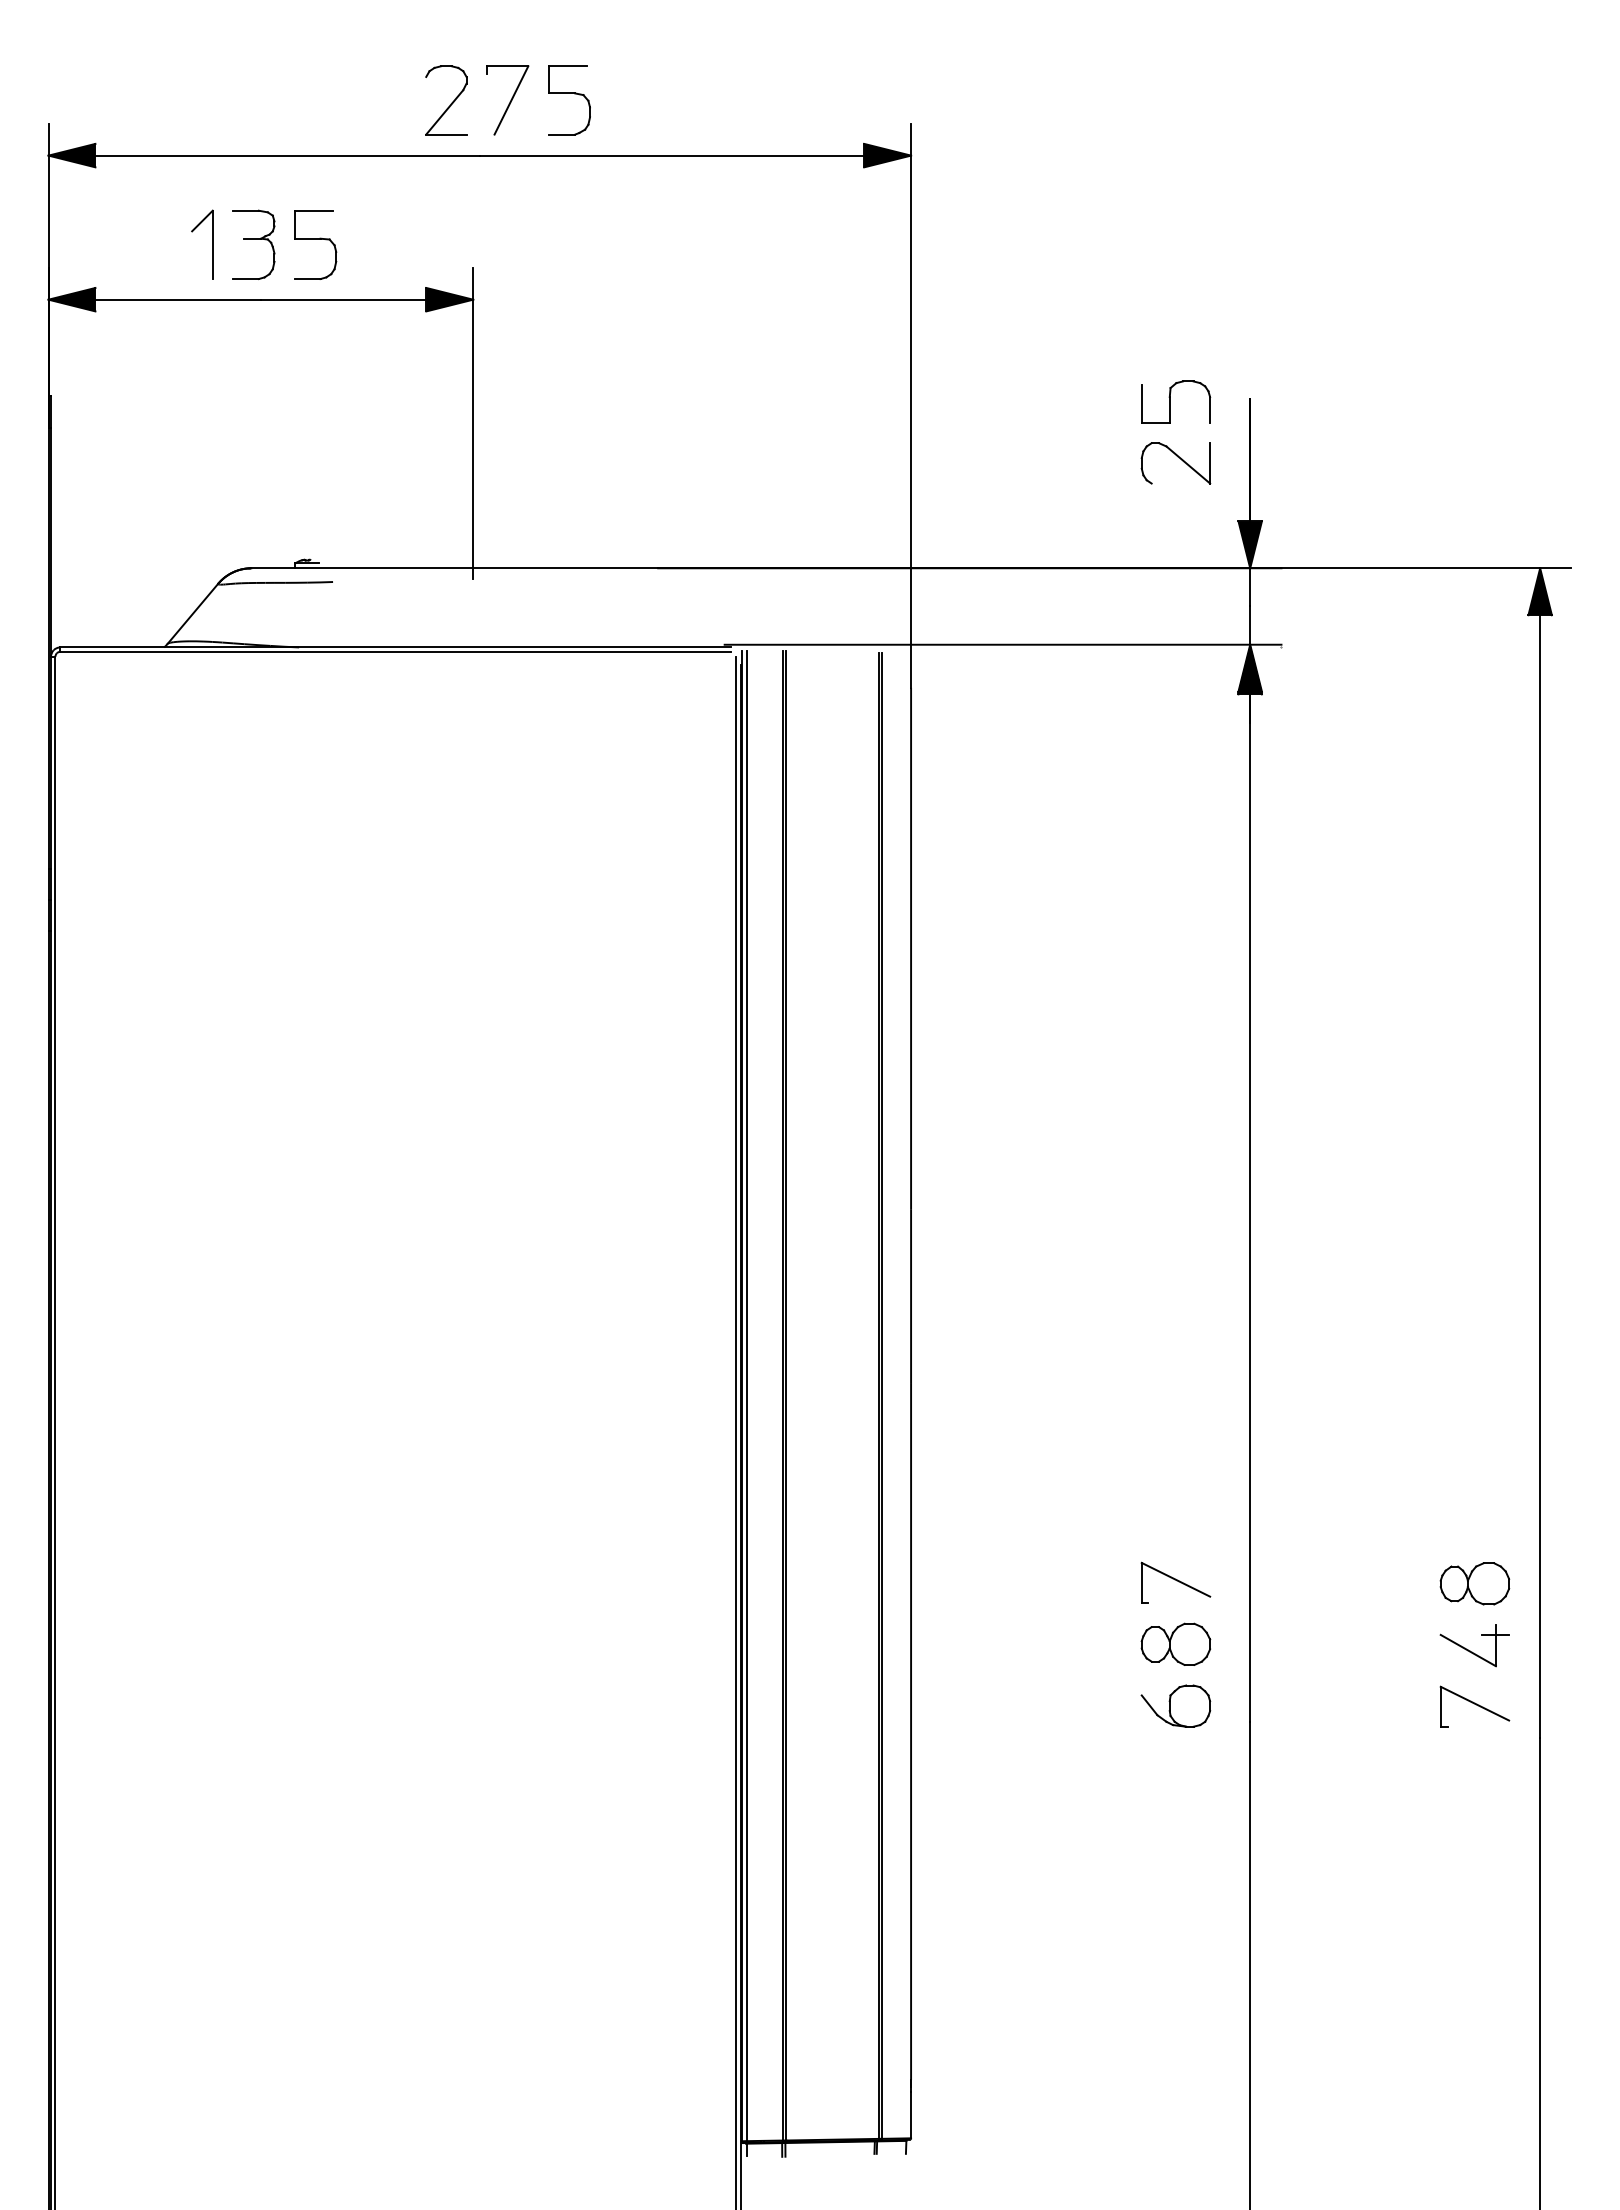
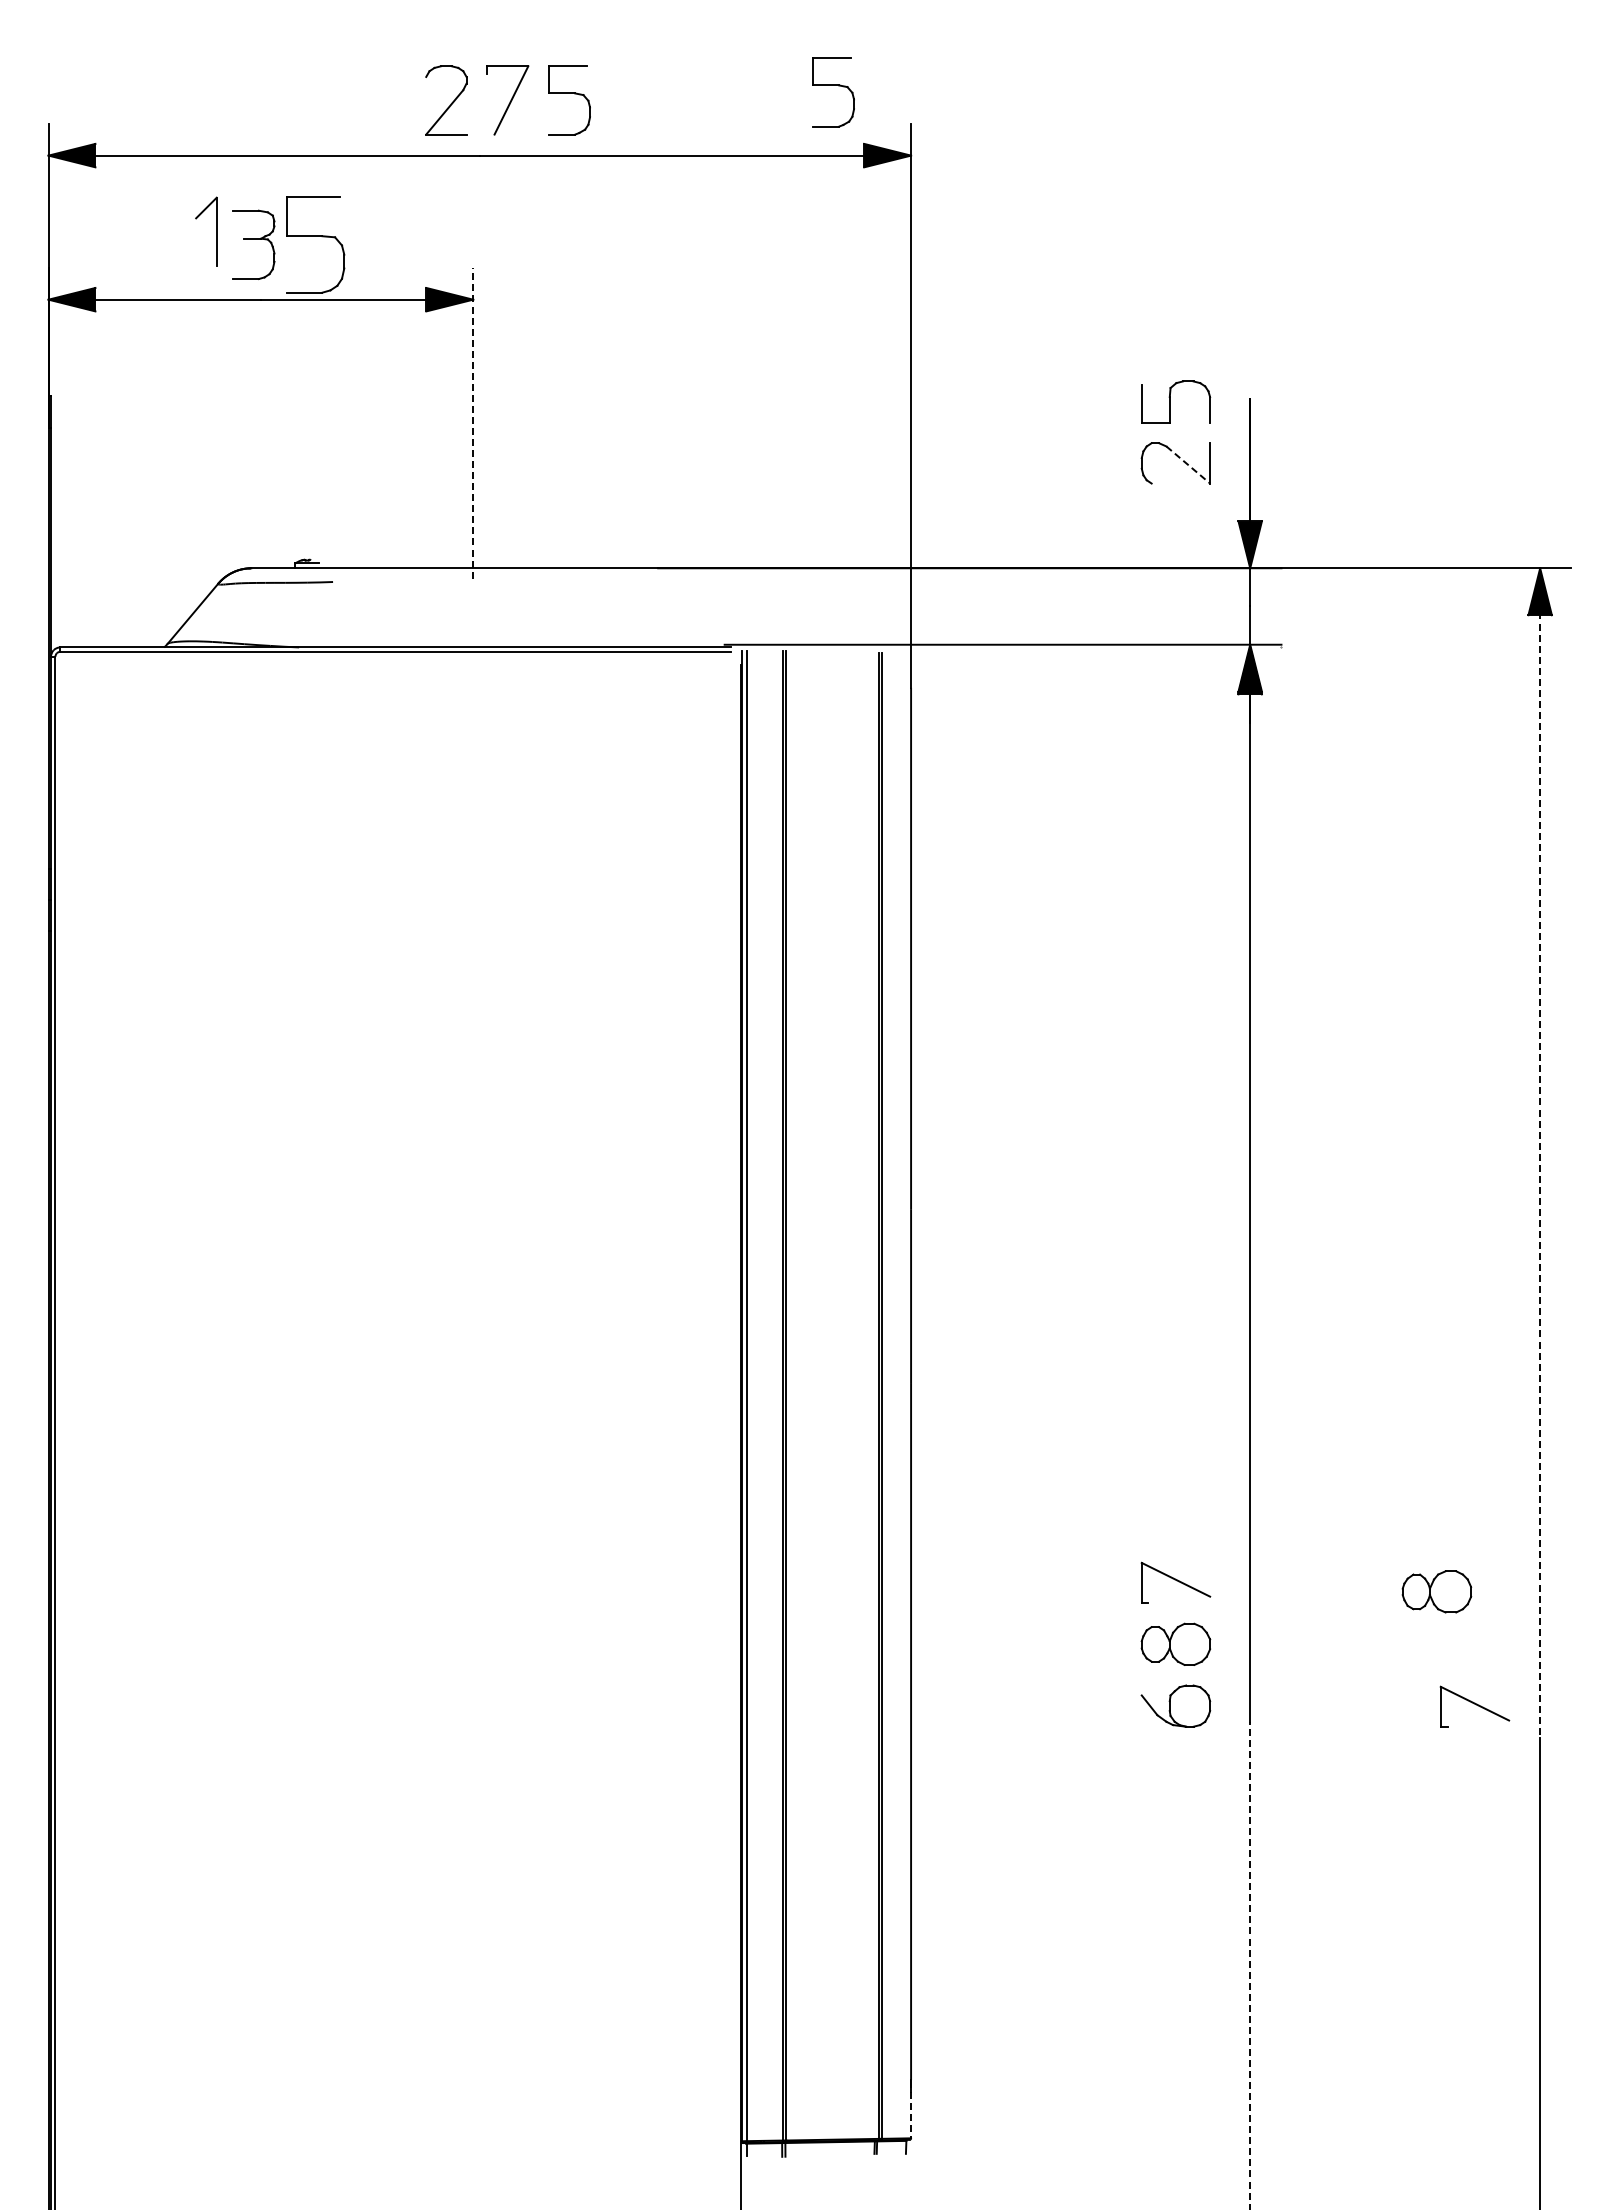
part at (833, 85): none -> present
part at (212, 244) position: (212, 244) -> (216, 231)
part at (315, 244) size: 44x70 px -> 60x98 px
line at (473, 423): solid -> dashed
line at (1188, 465): solid -> dashed
line at (1540, 1153): solid -> dashed
line at (736, 1431): present -> none
part at (1474, 1583) position: (1474, 1583) -> (1436, 1591)
part at (1472, 1651): present -> none
line at (1250, 1965): solid -> dashed
line at (911, 2115): solid -> dashed
